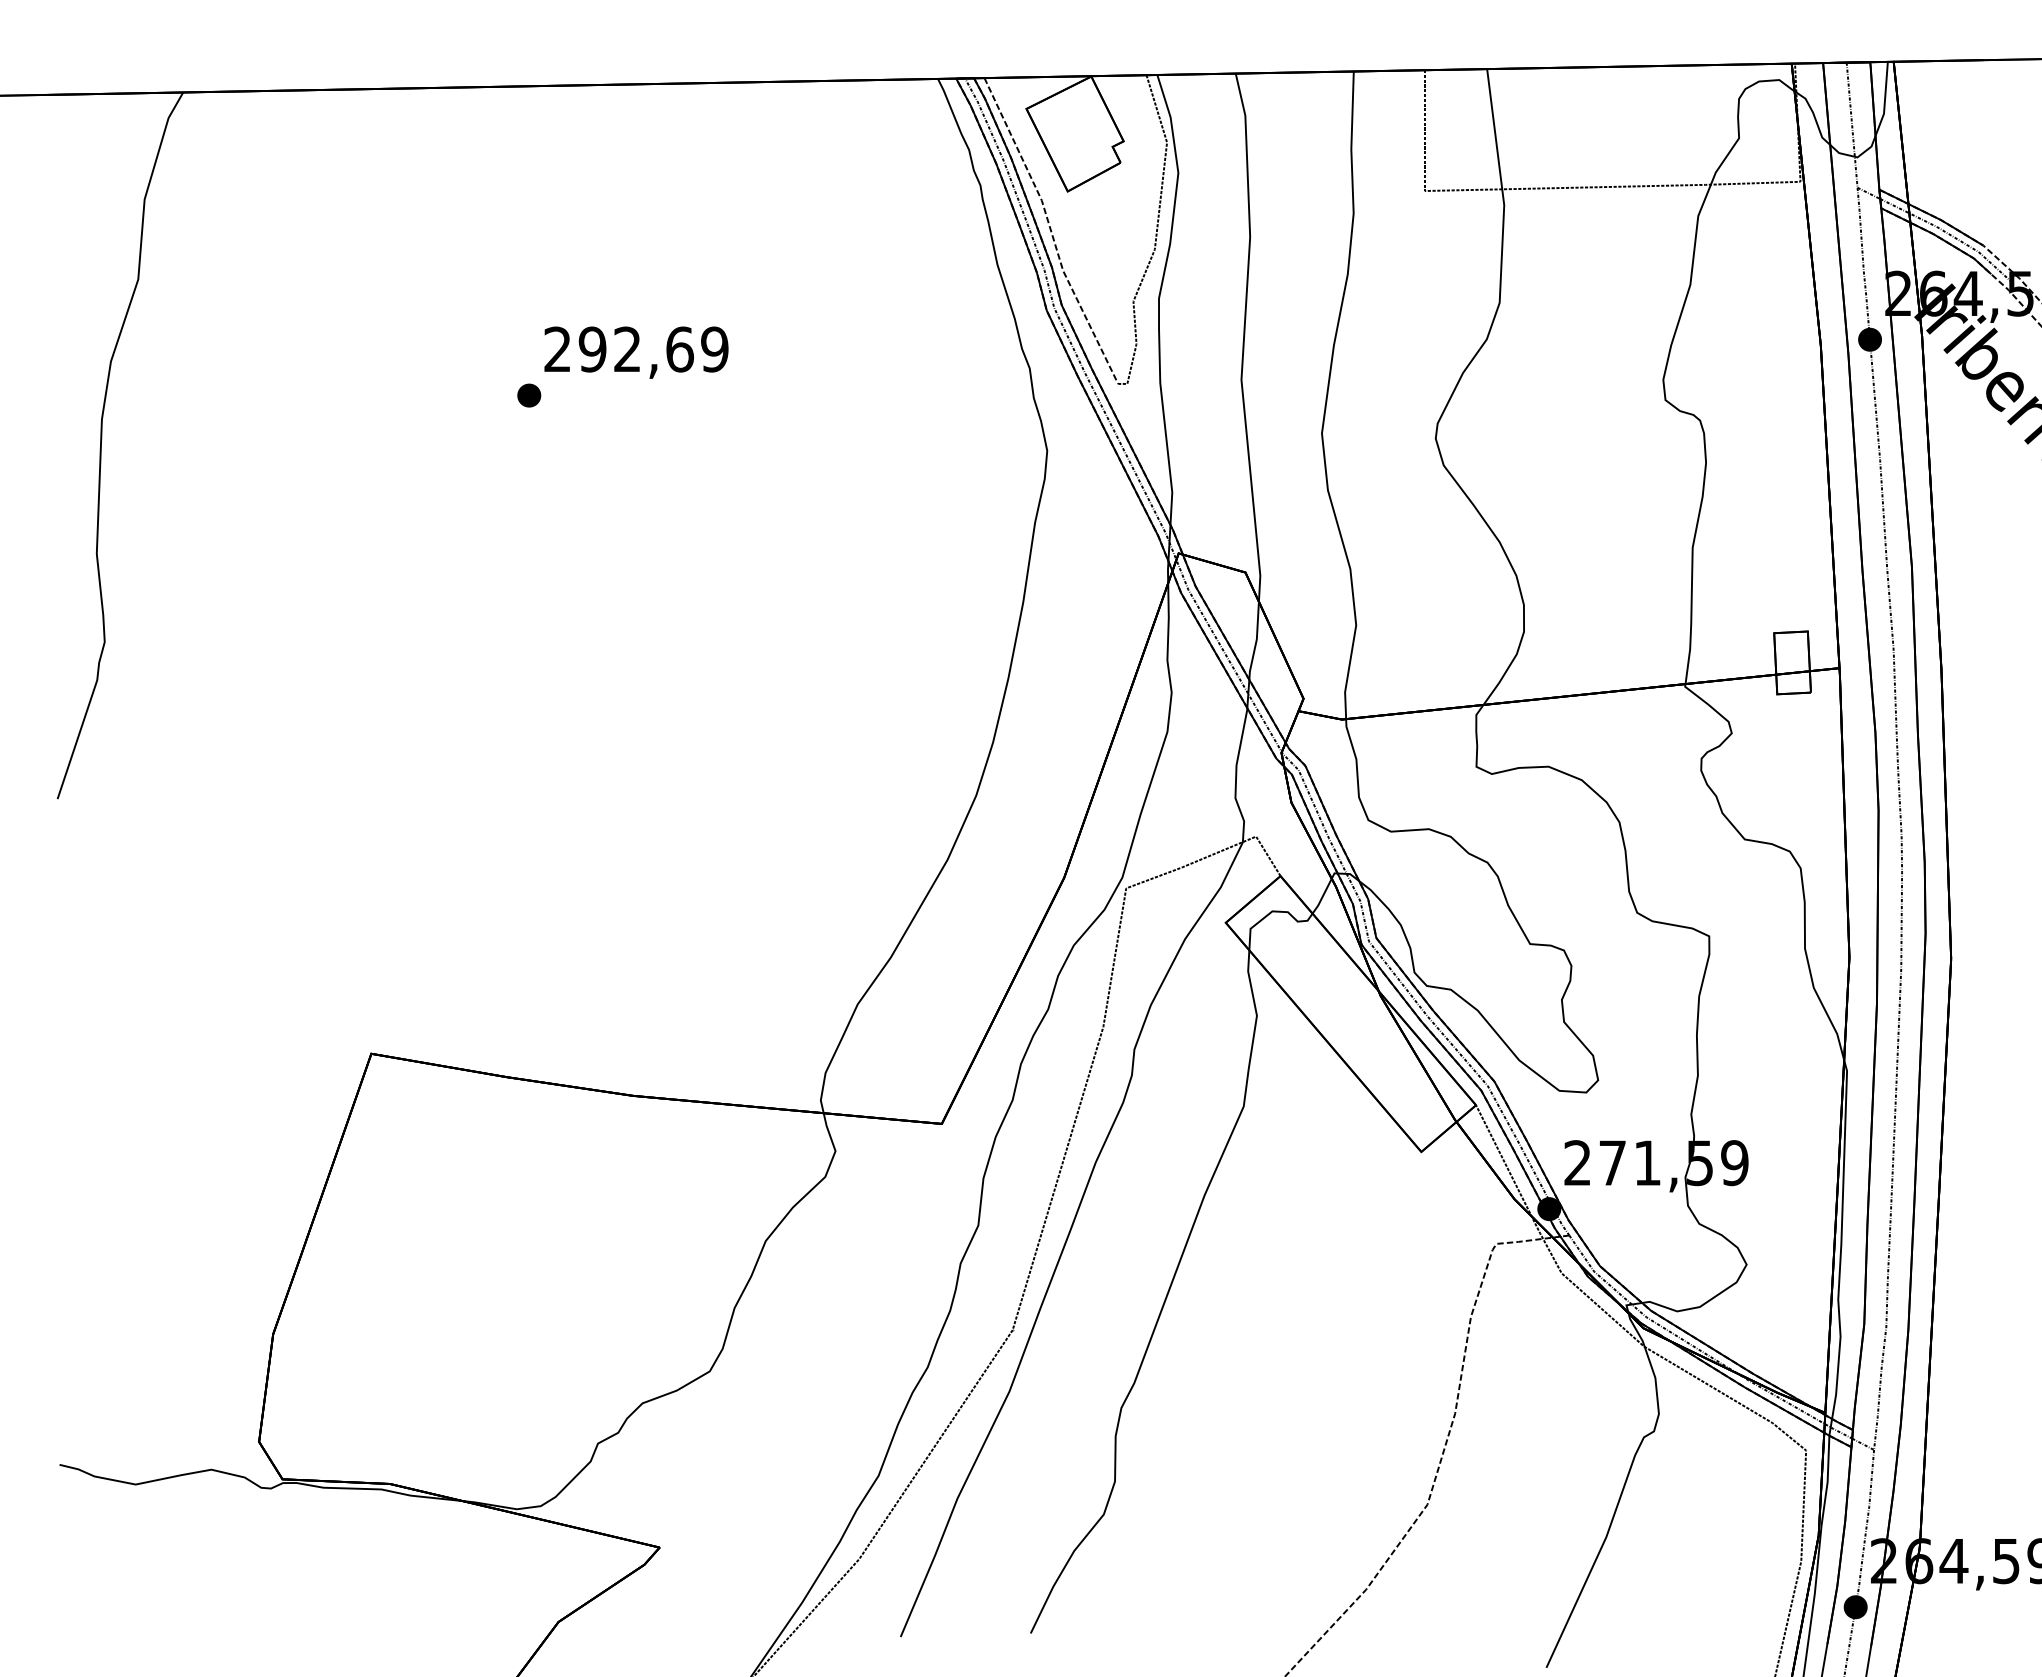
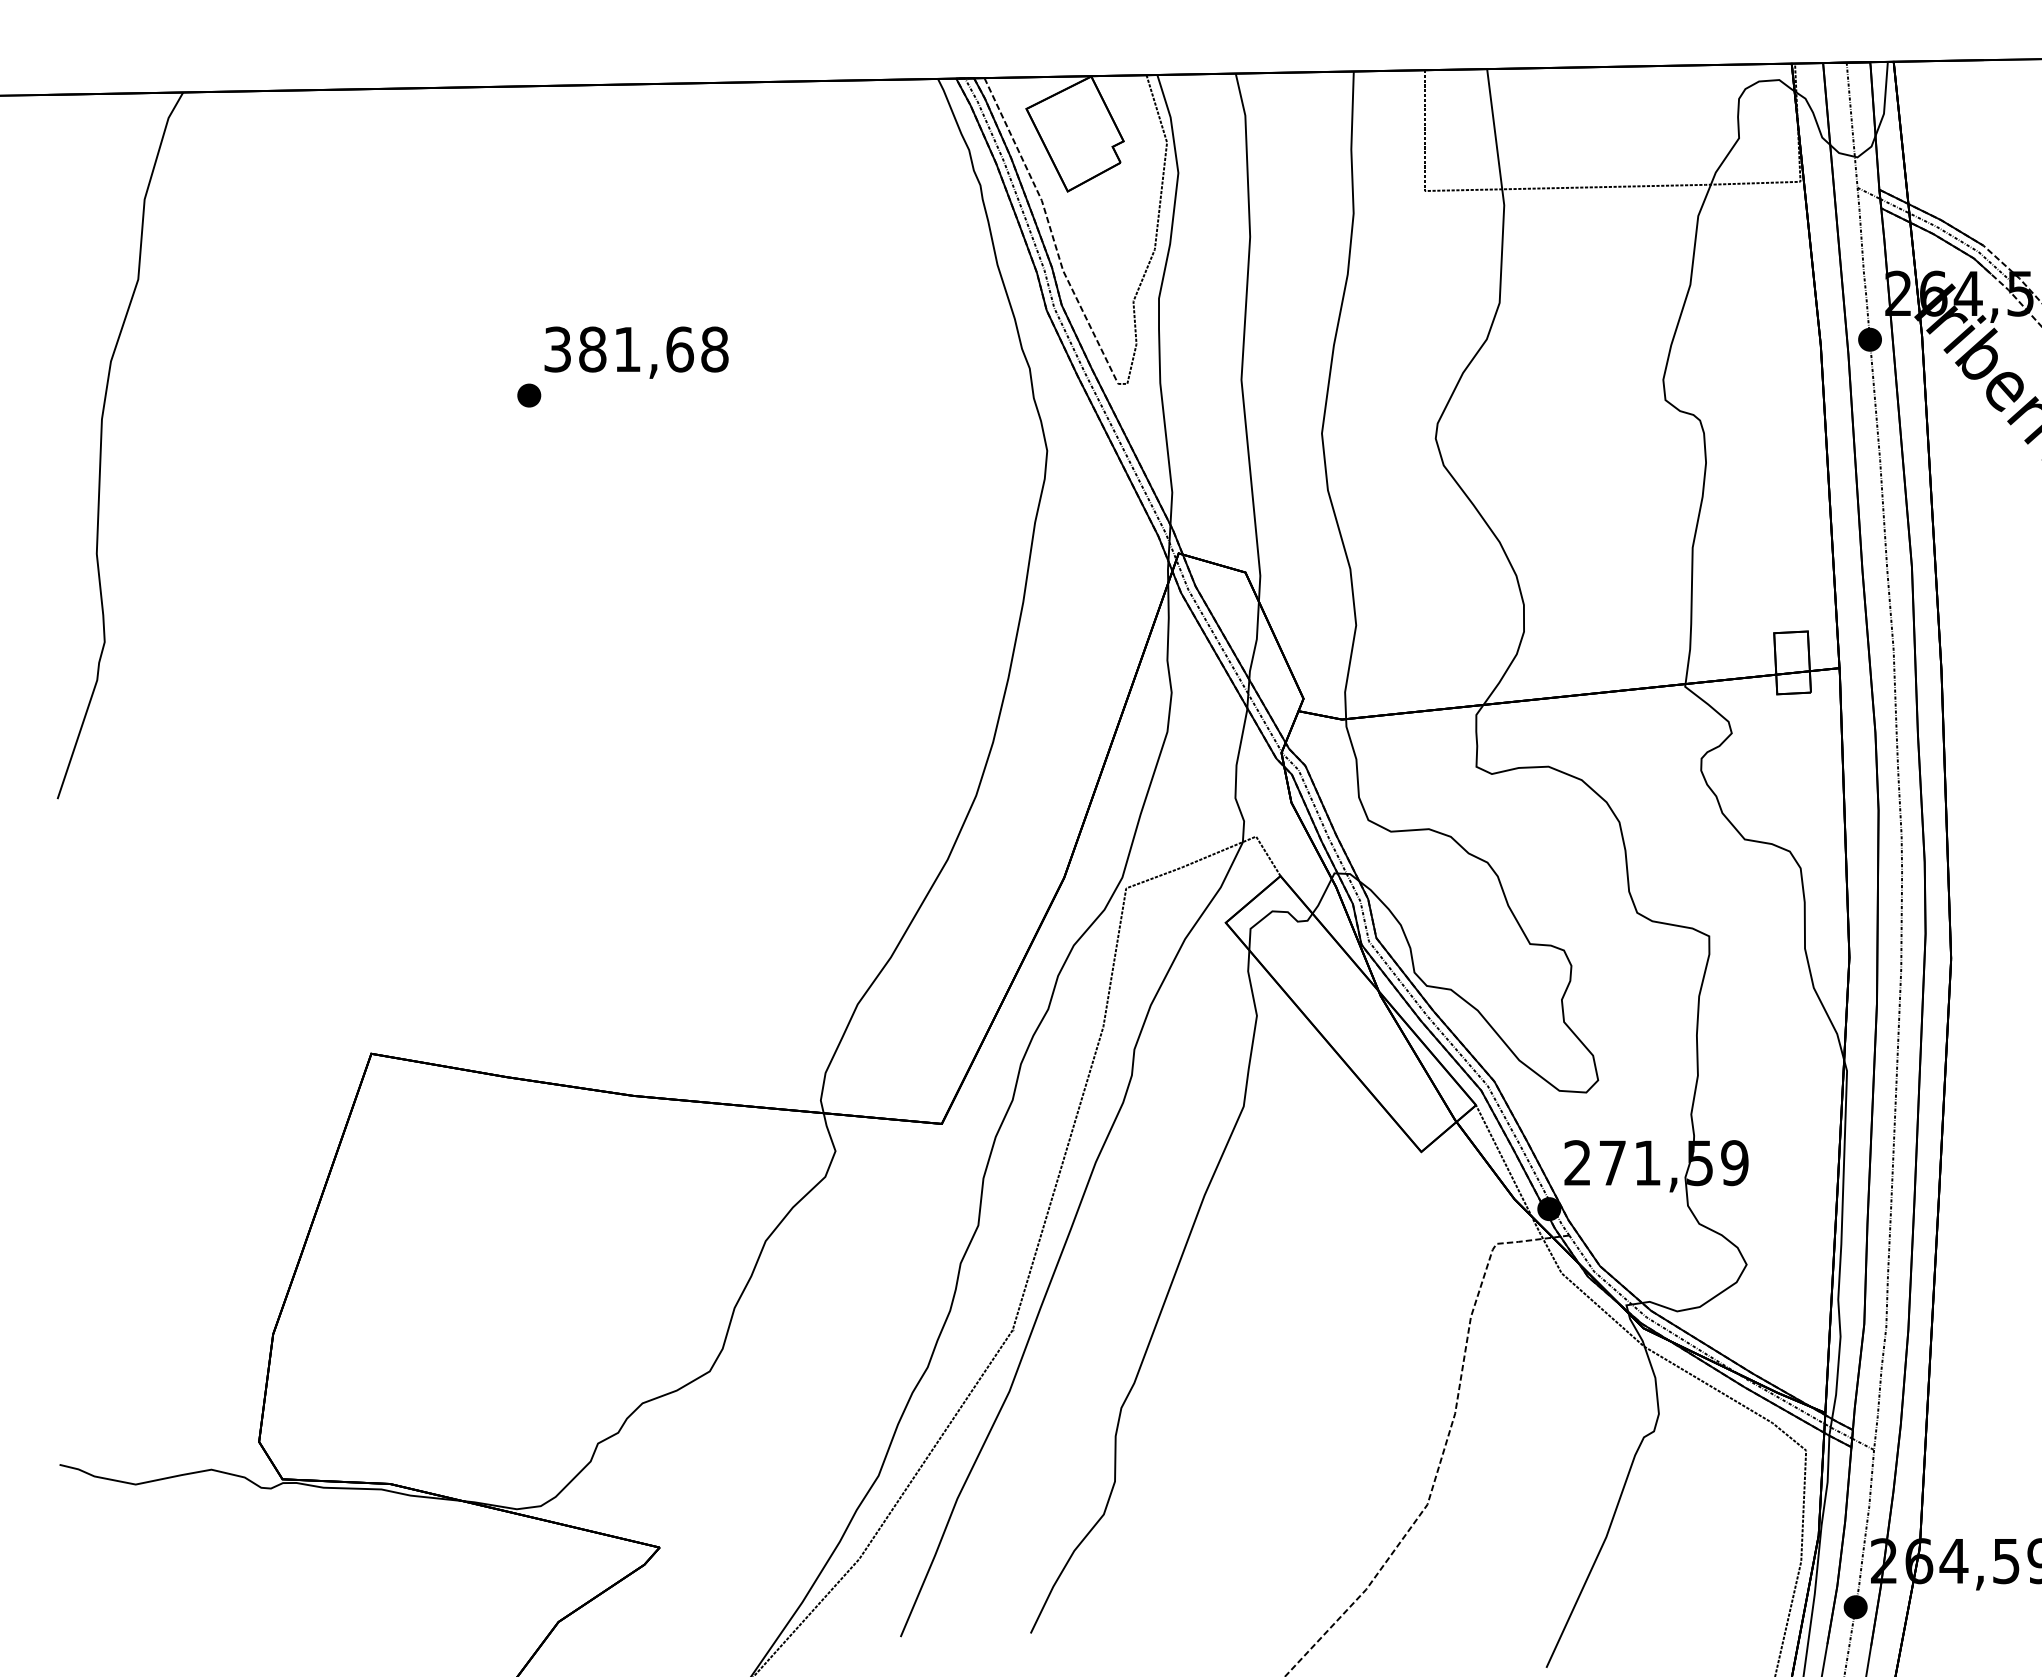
text at (636, 349): 292,69 -> 381,68
